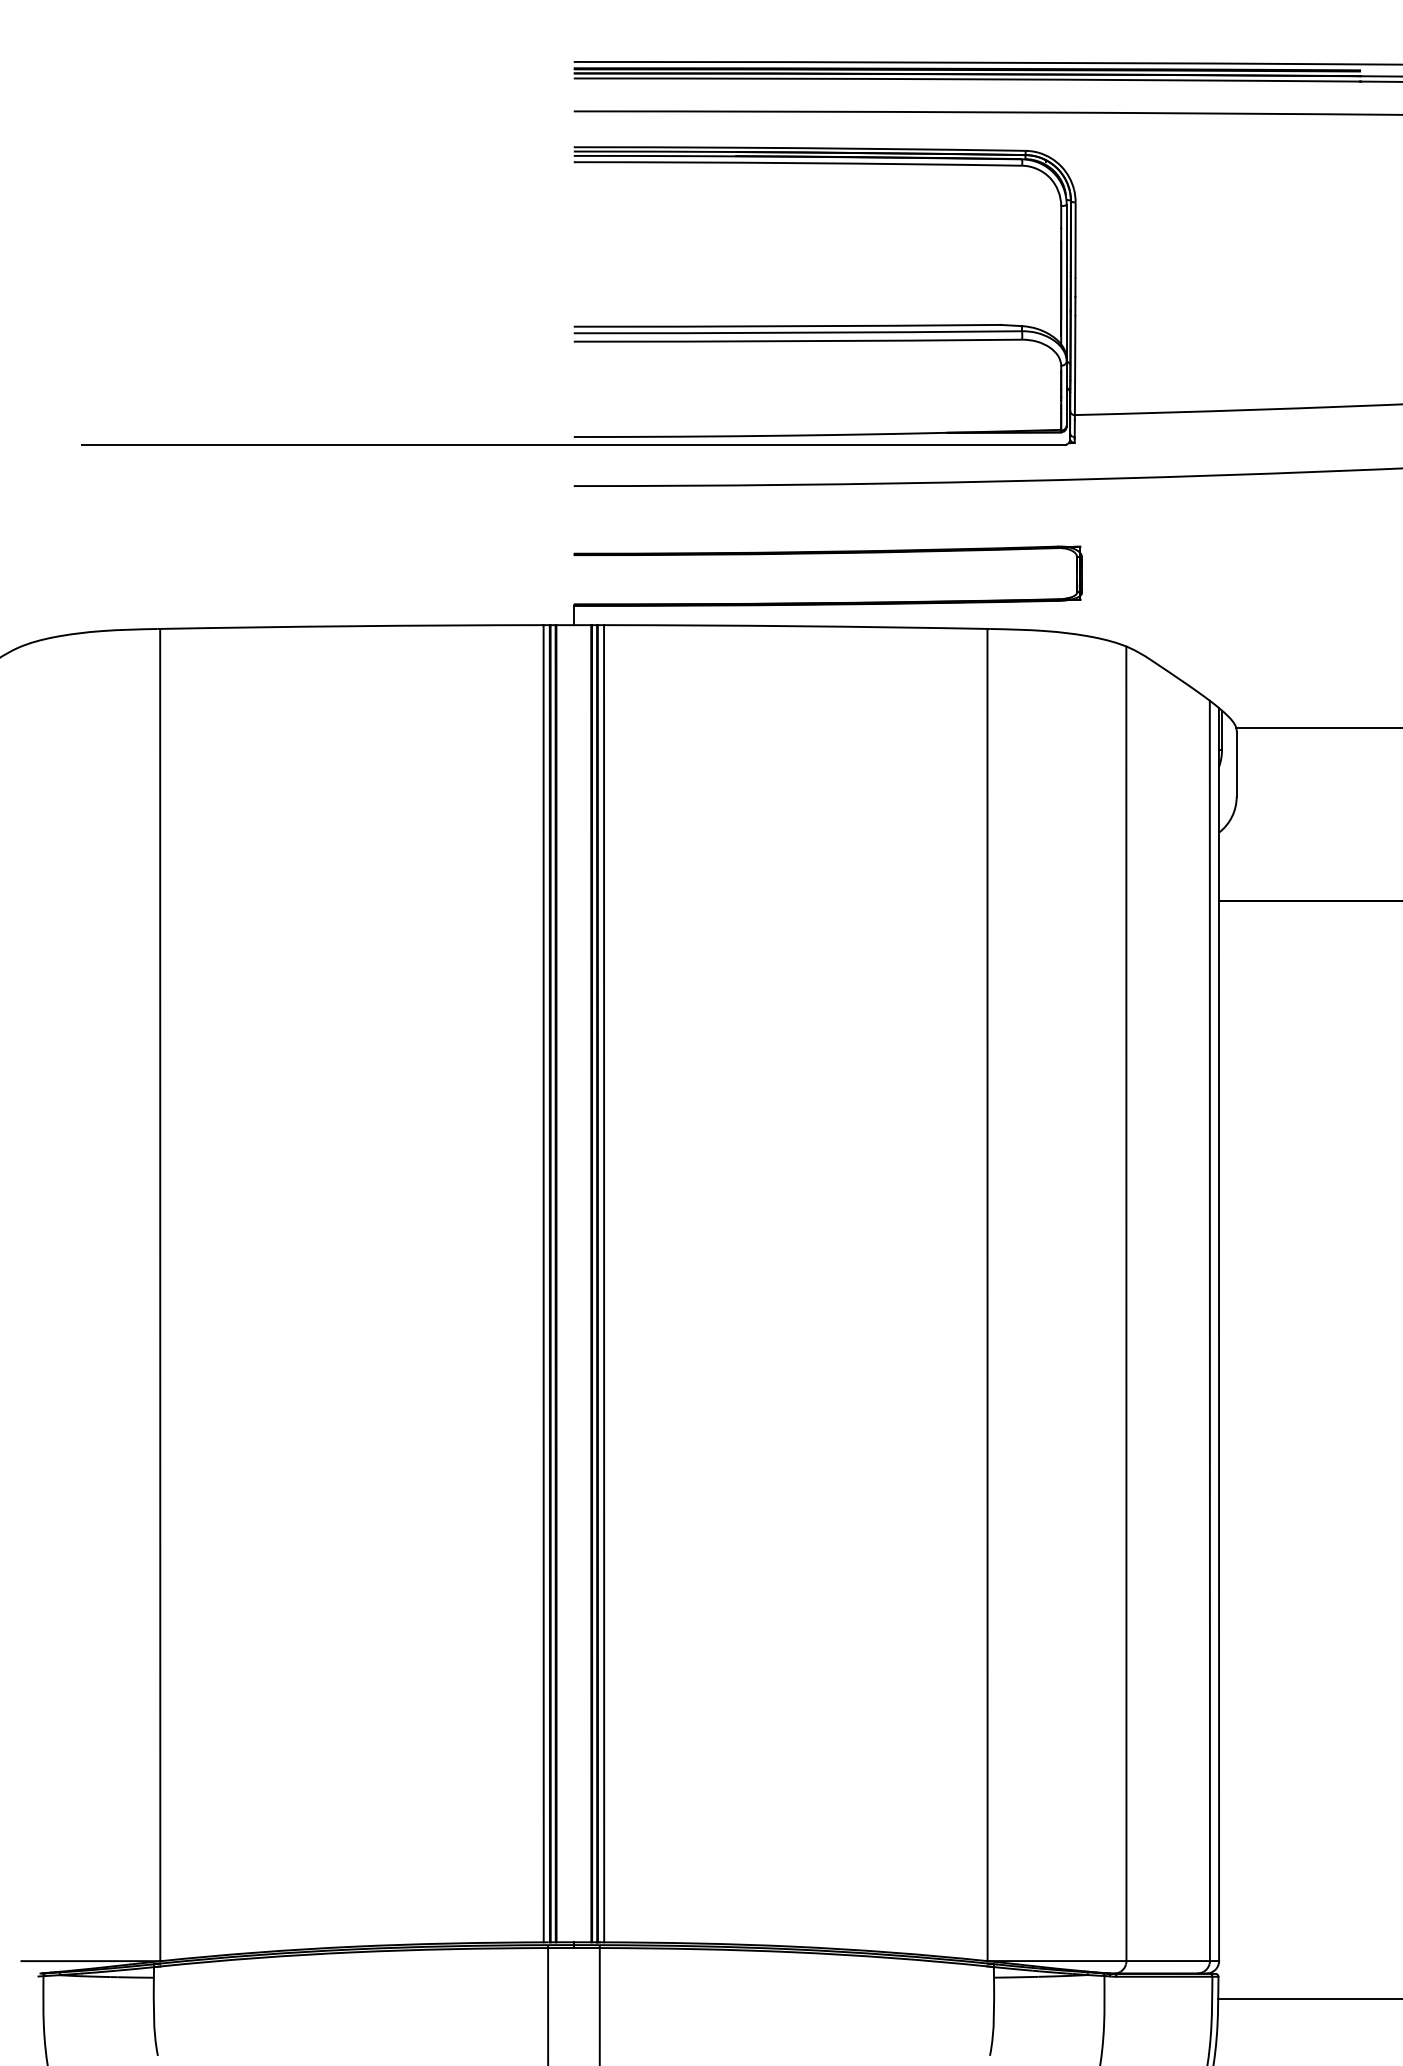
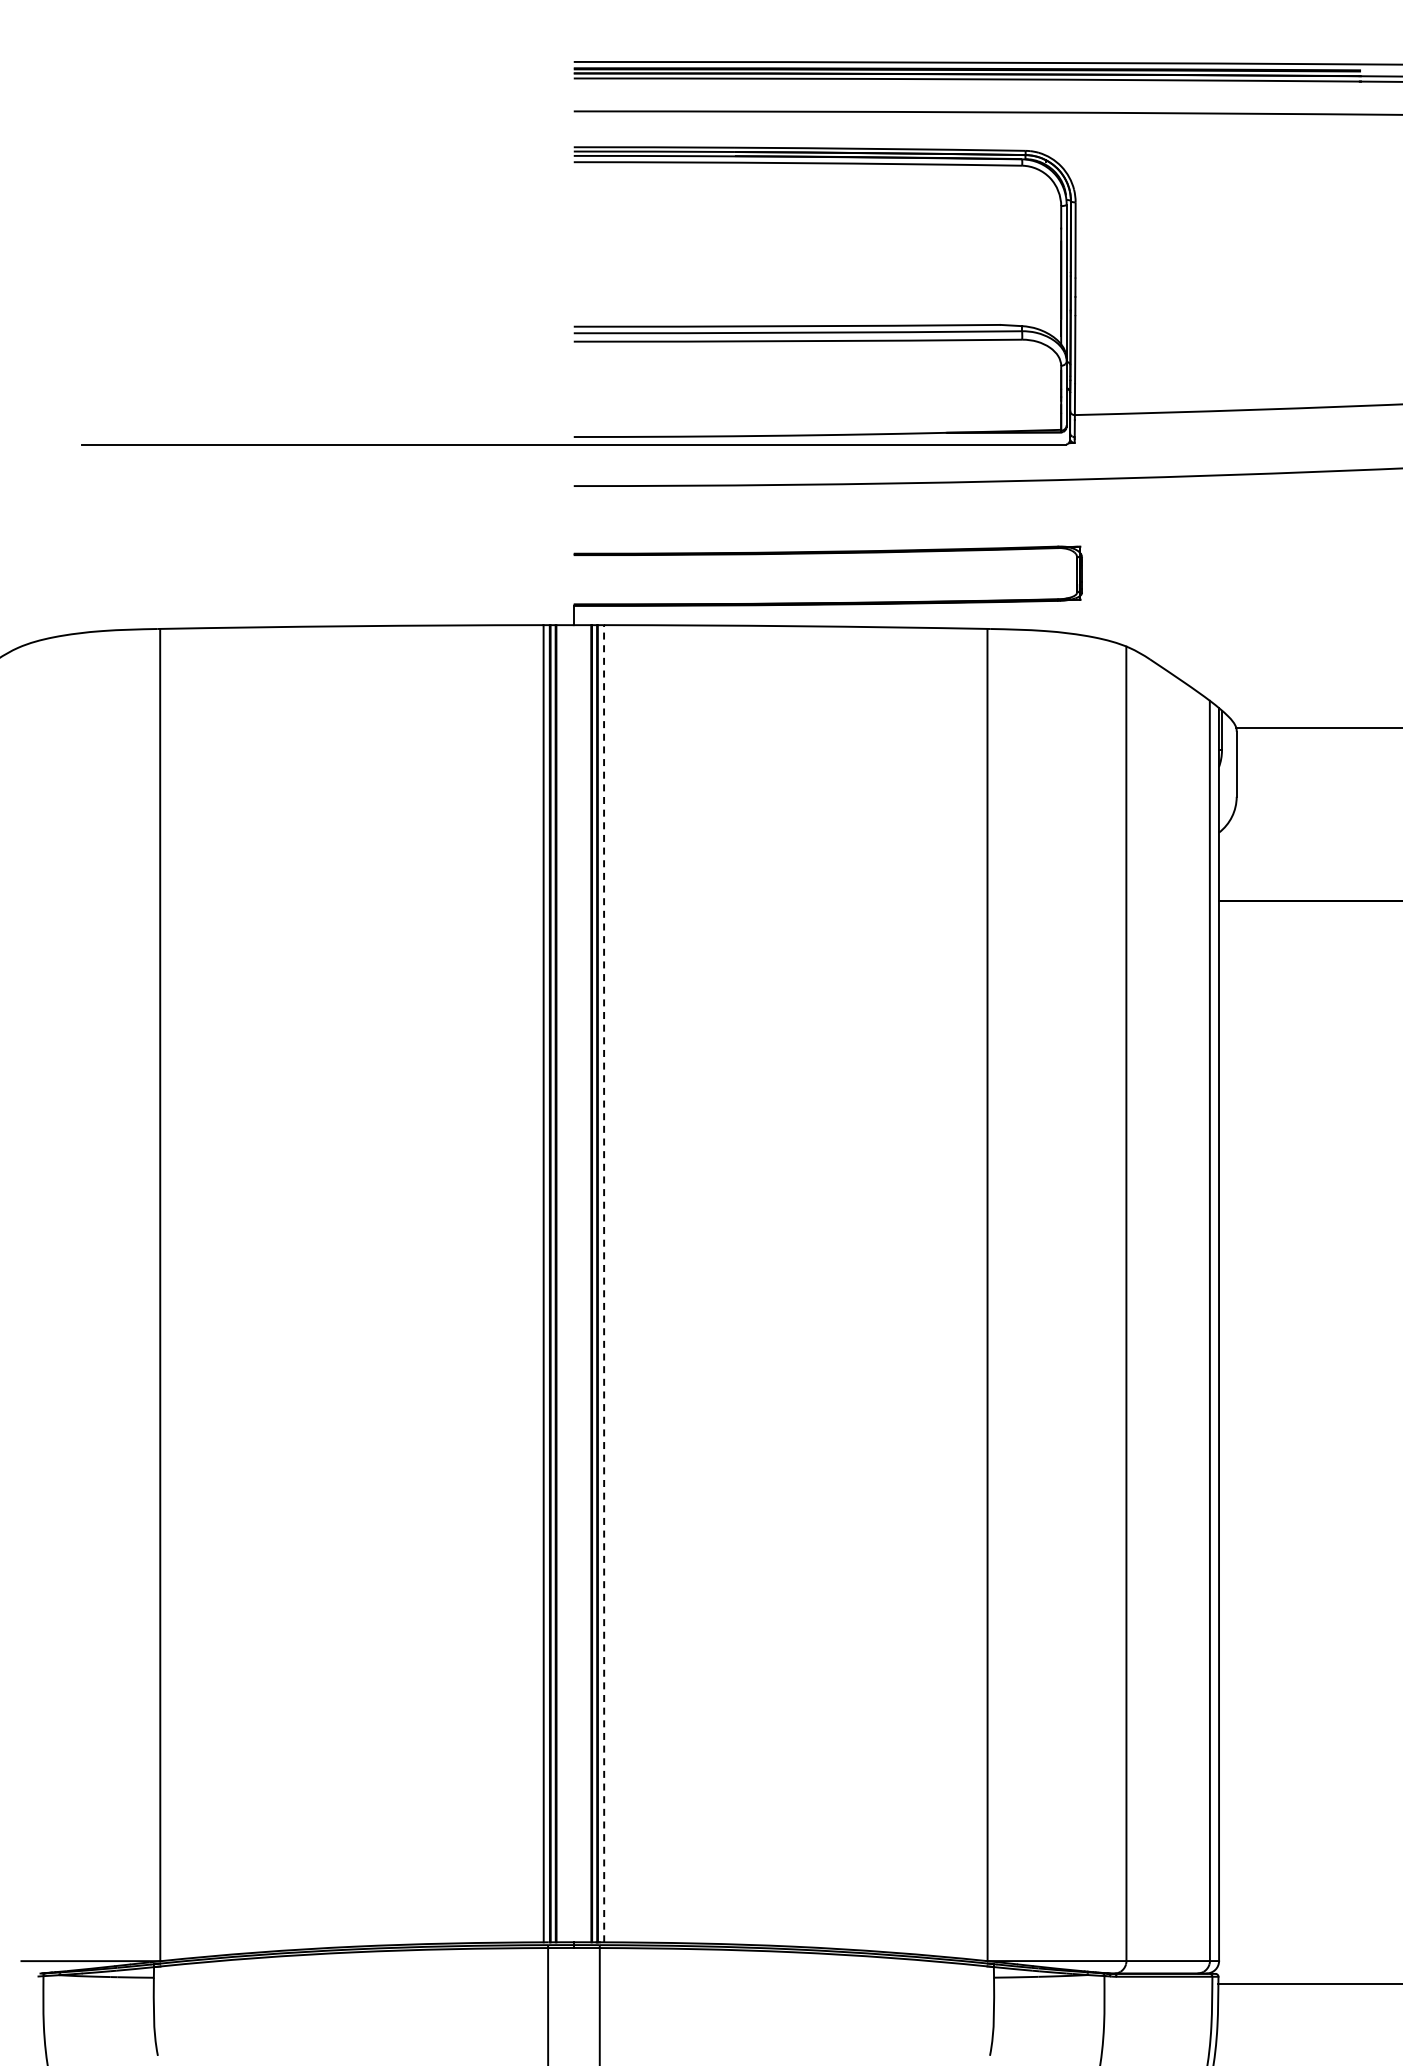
line at (604, 1283): solid -> dashed
line at (1308, 1998) position: (1308, 1998) -> (1308, 1983)
